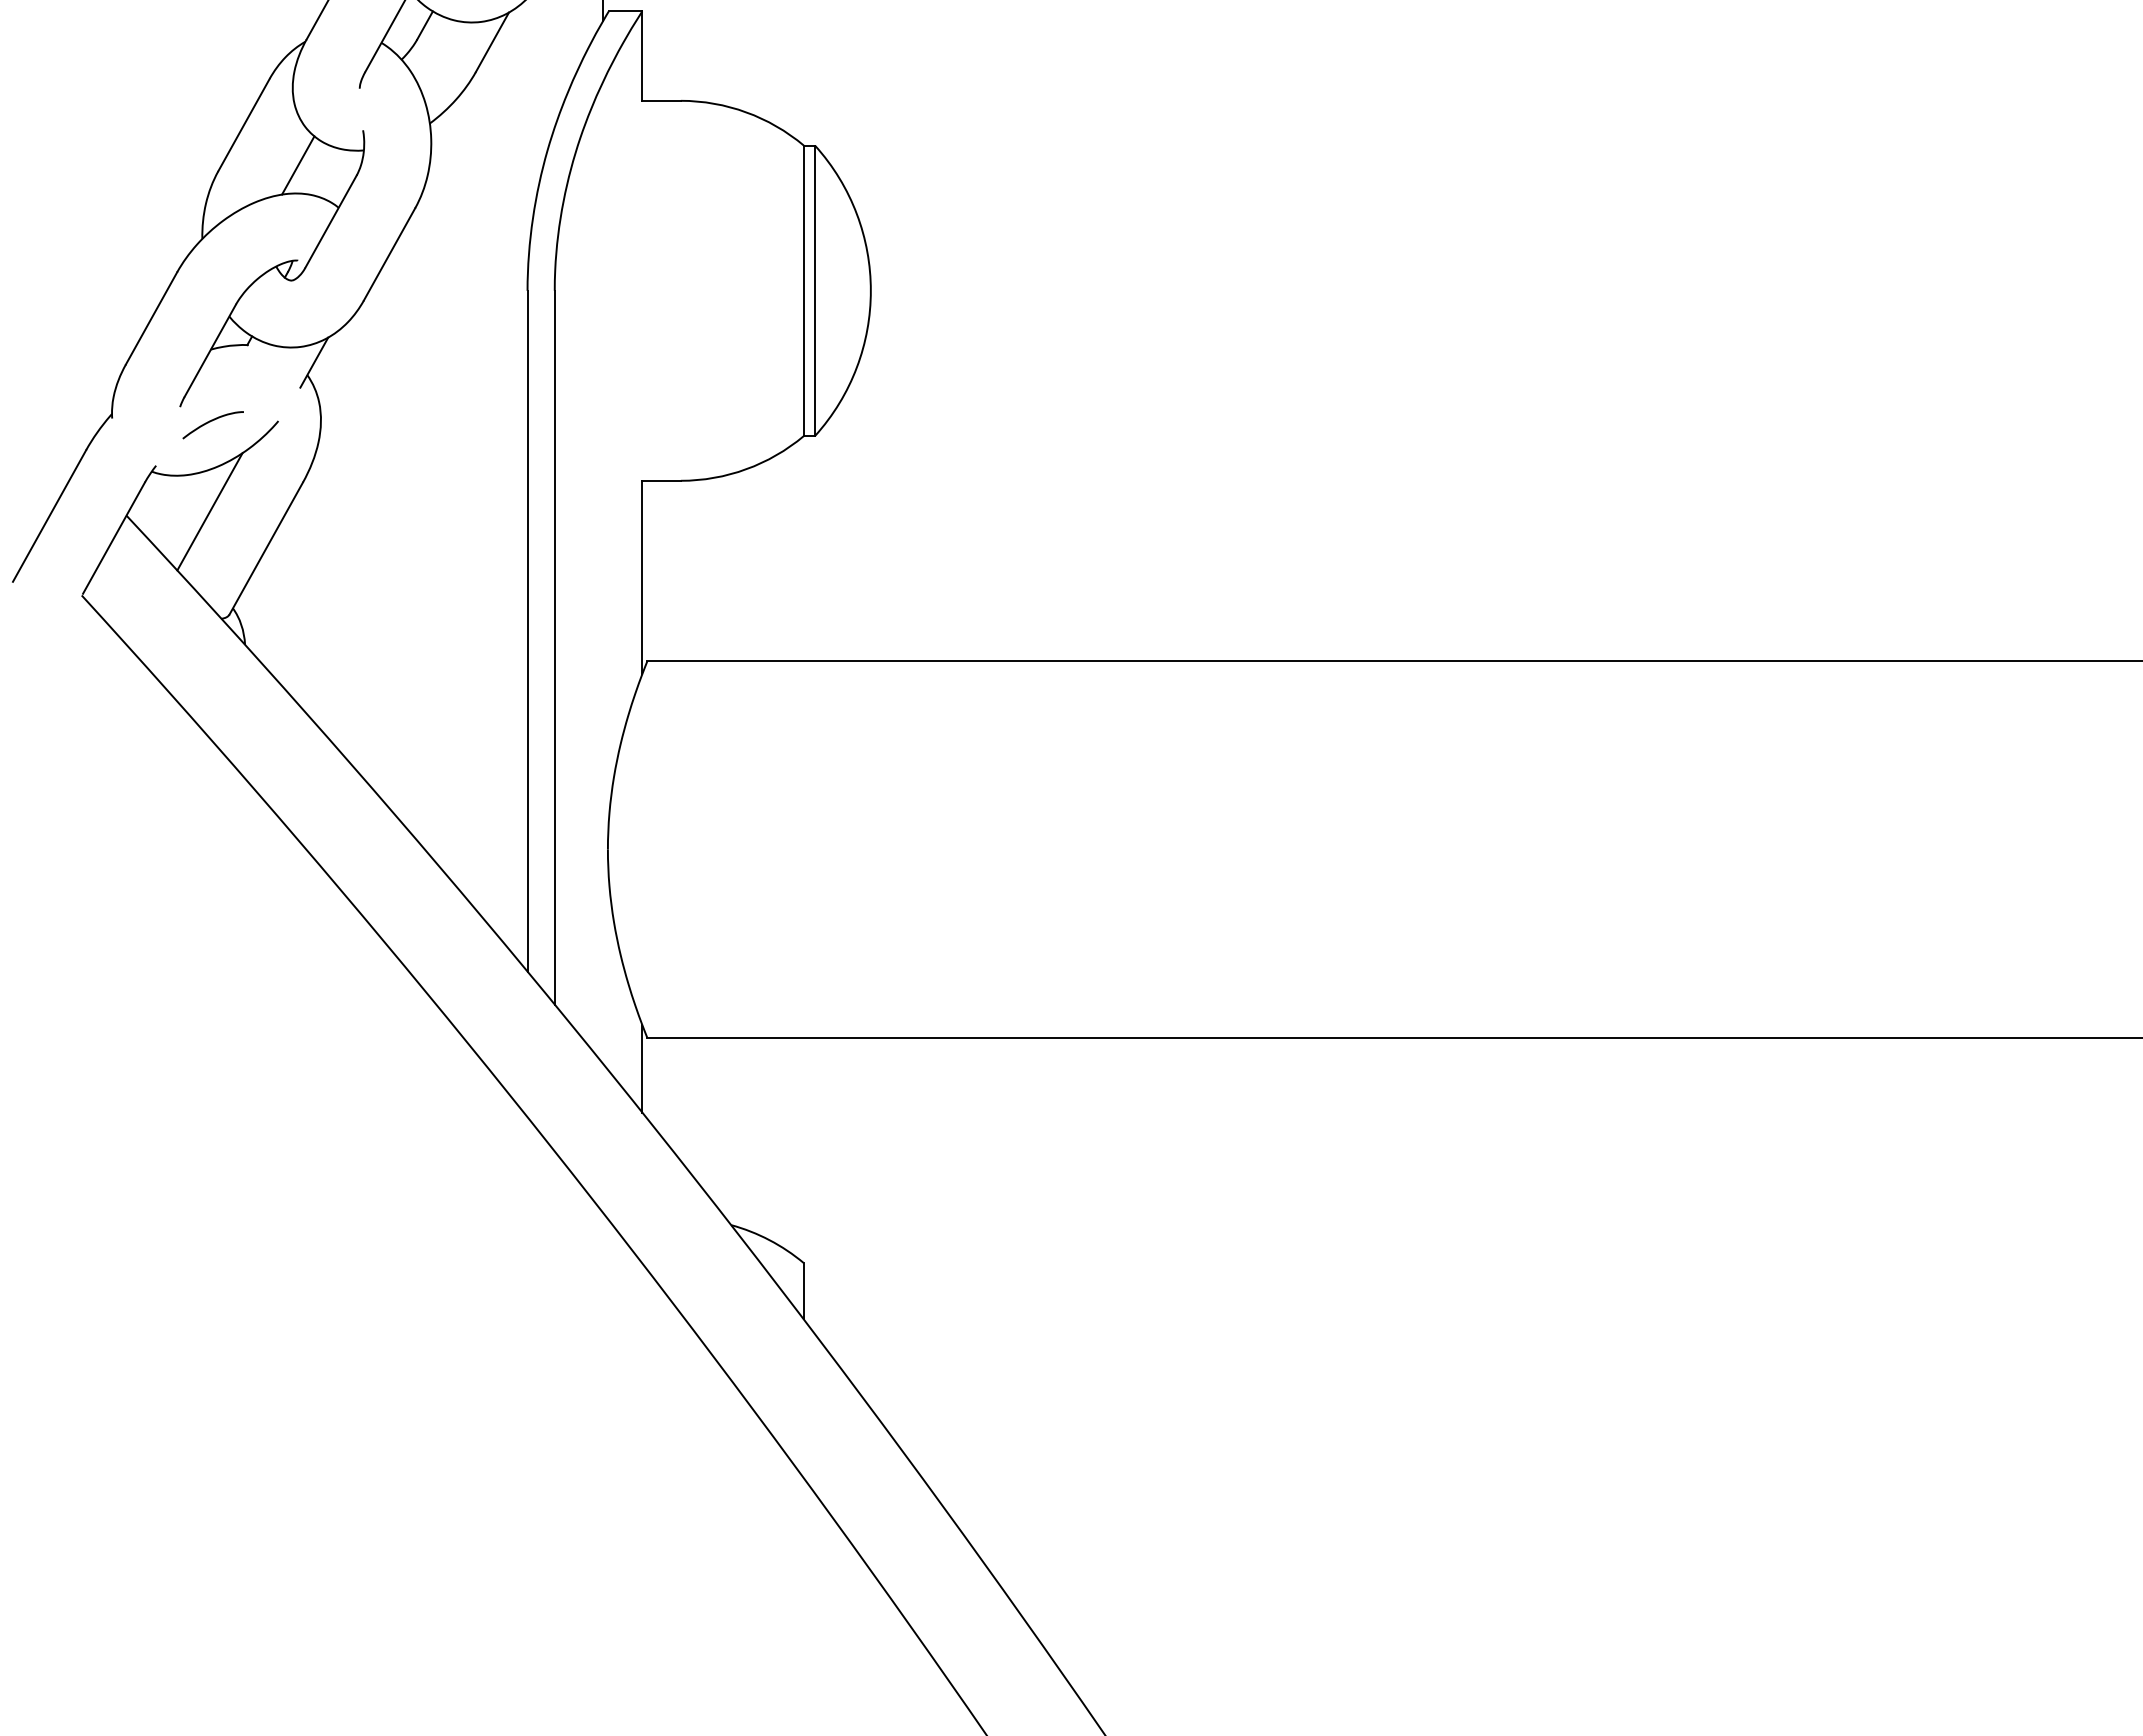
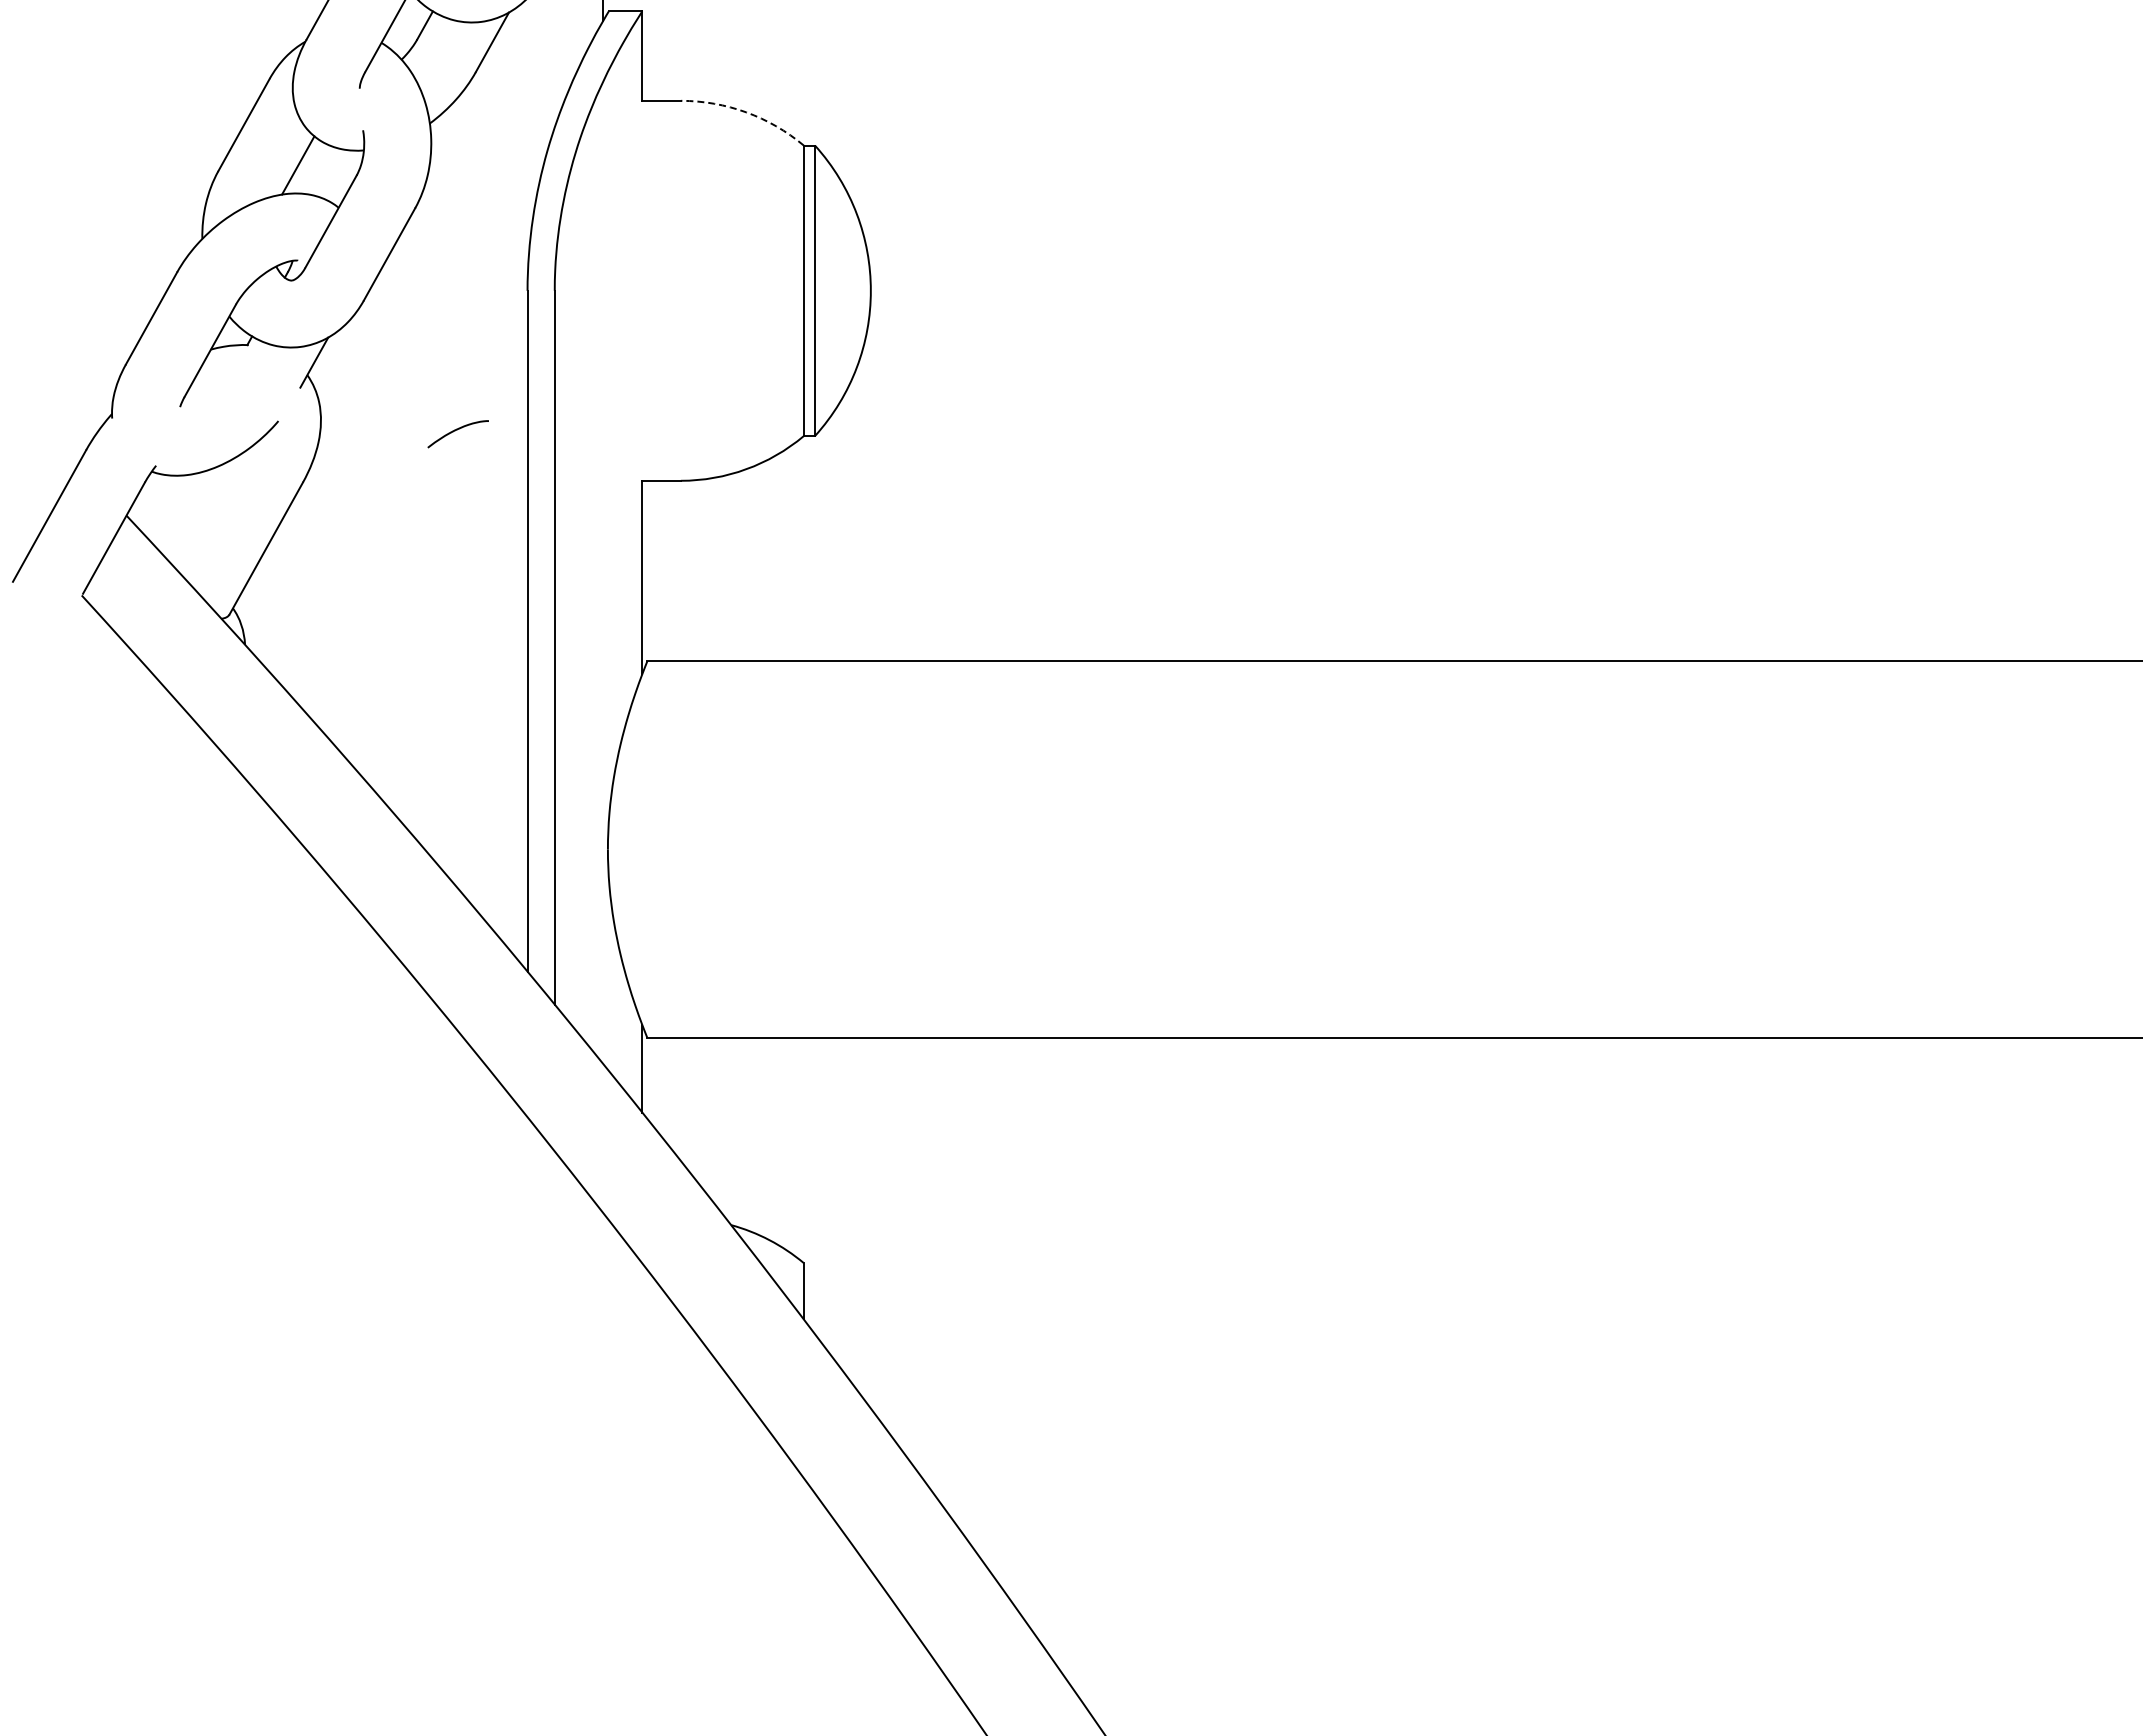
arc at (746, 112): solid -> dashed
curve at (210, 422) position: (210, 422) -> (455, 431)
line at (209, 511): present -> none
